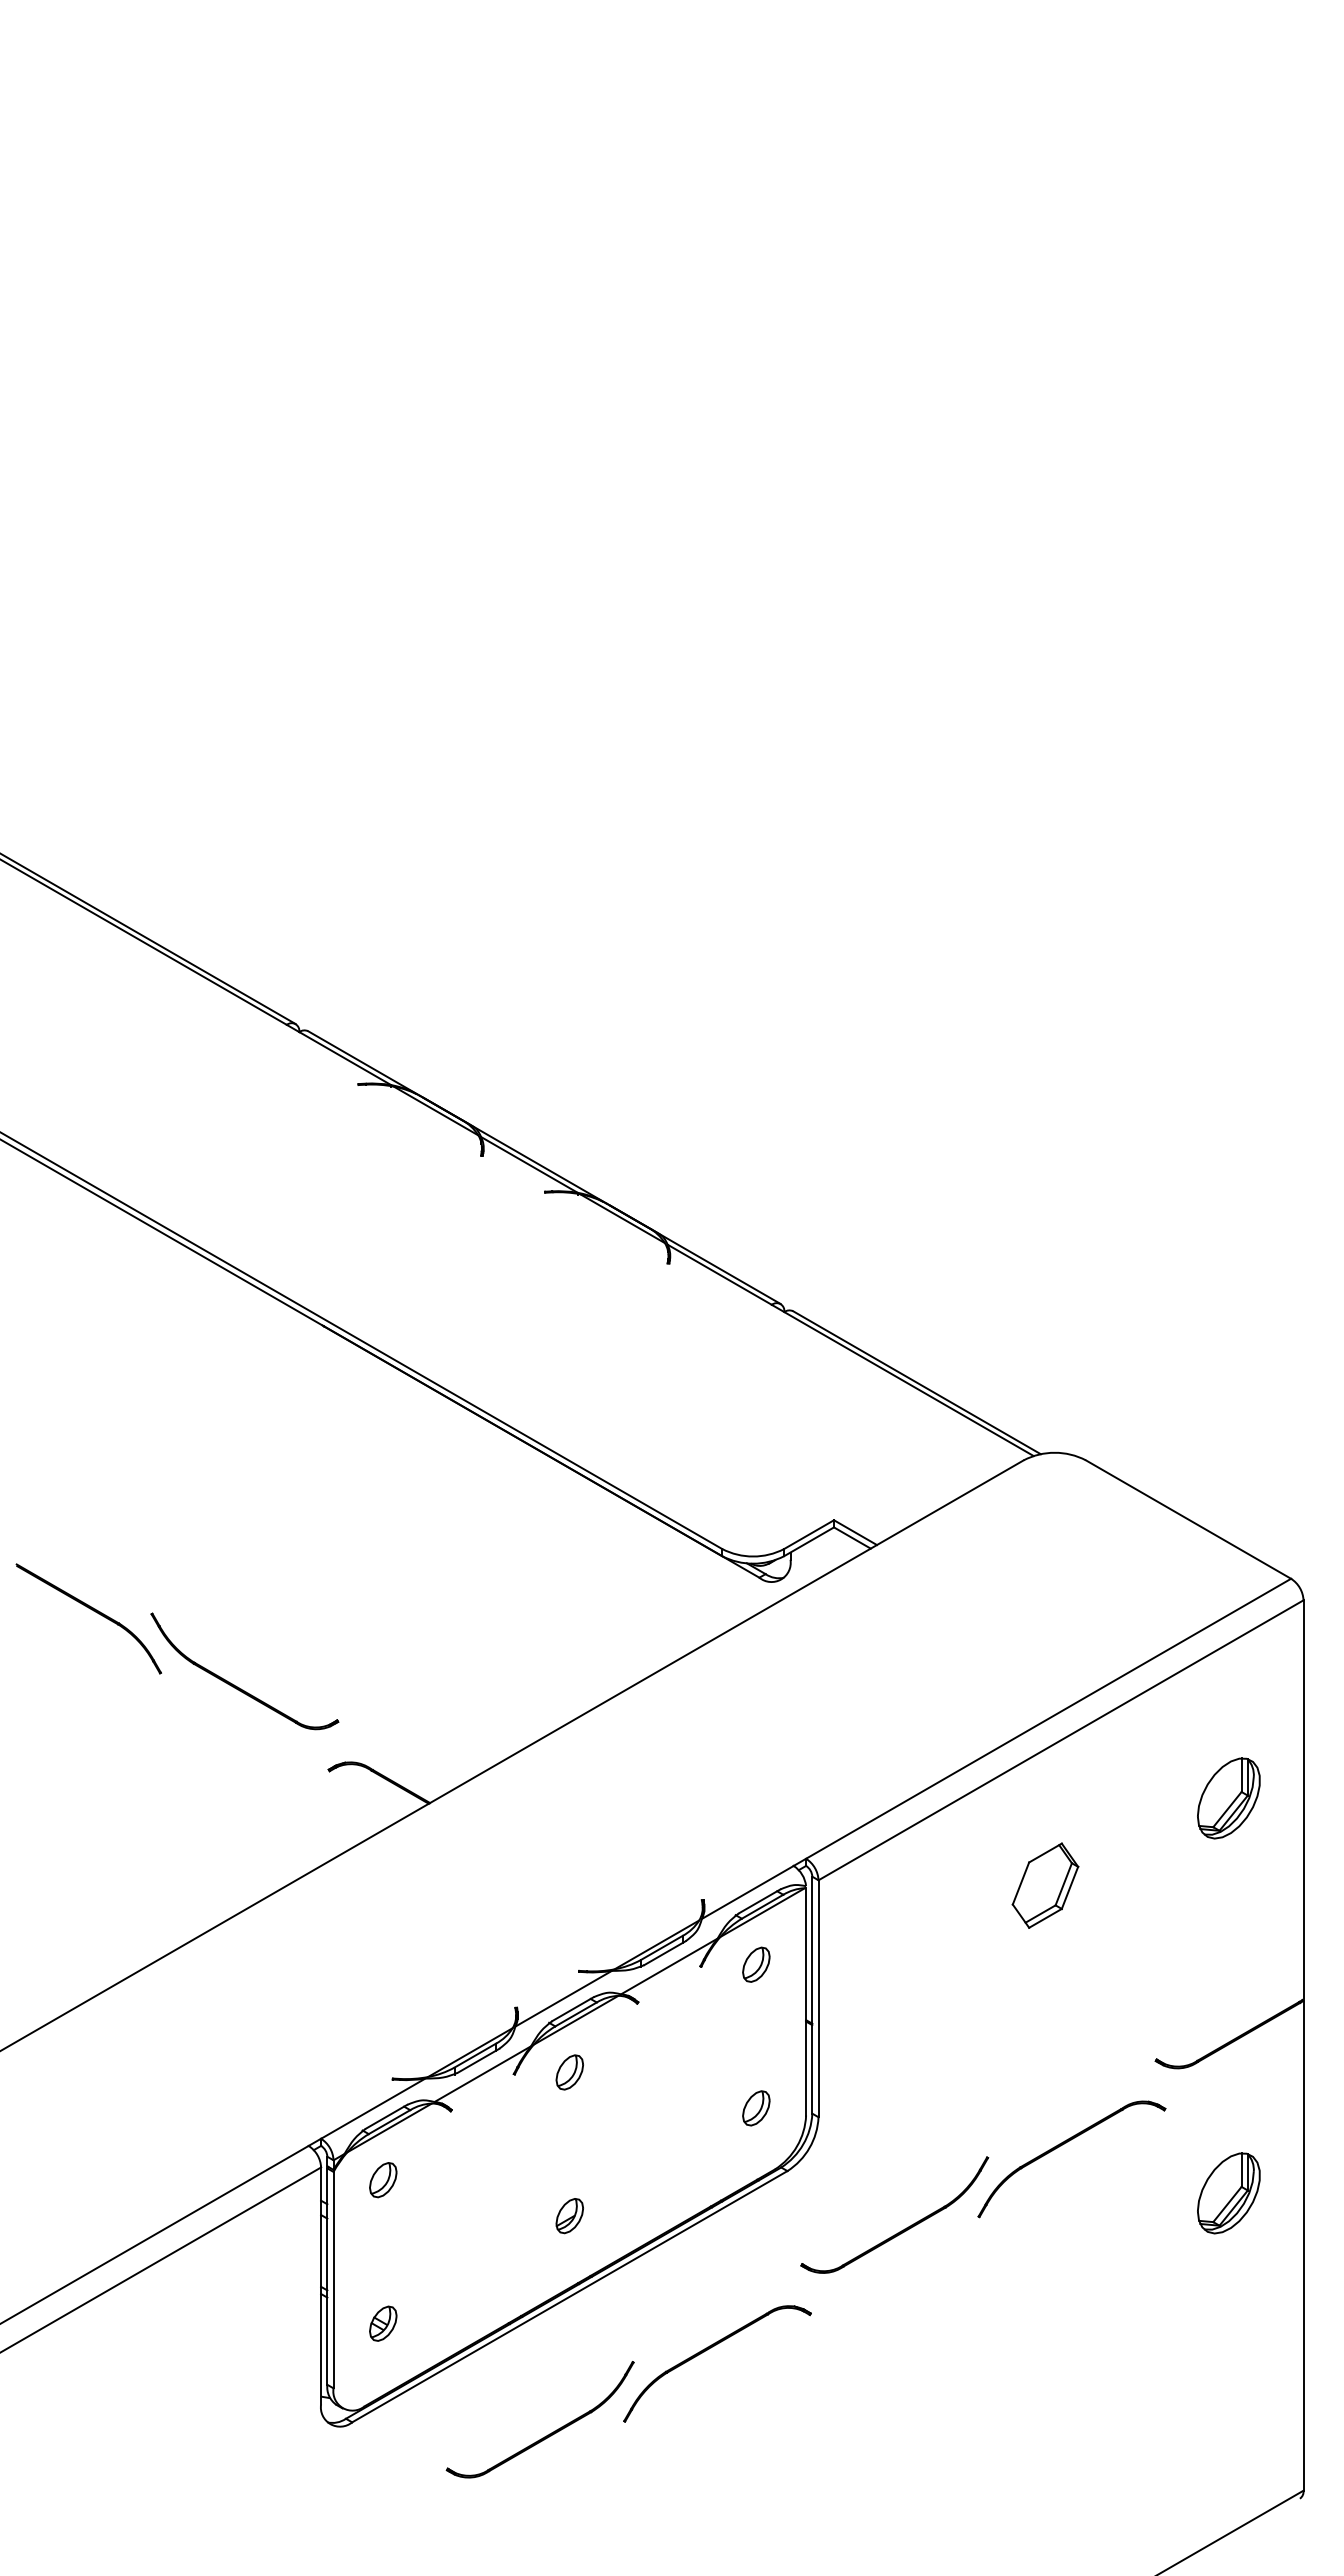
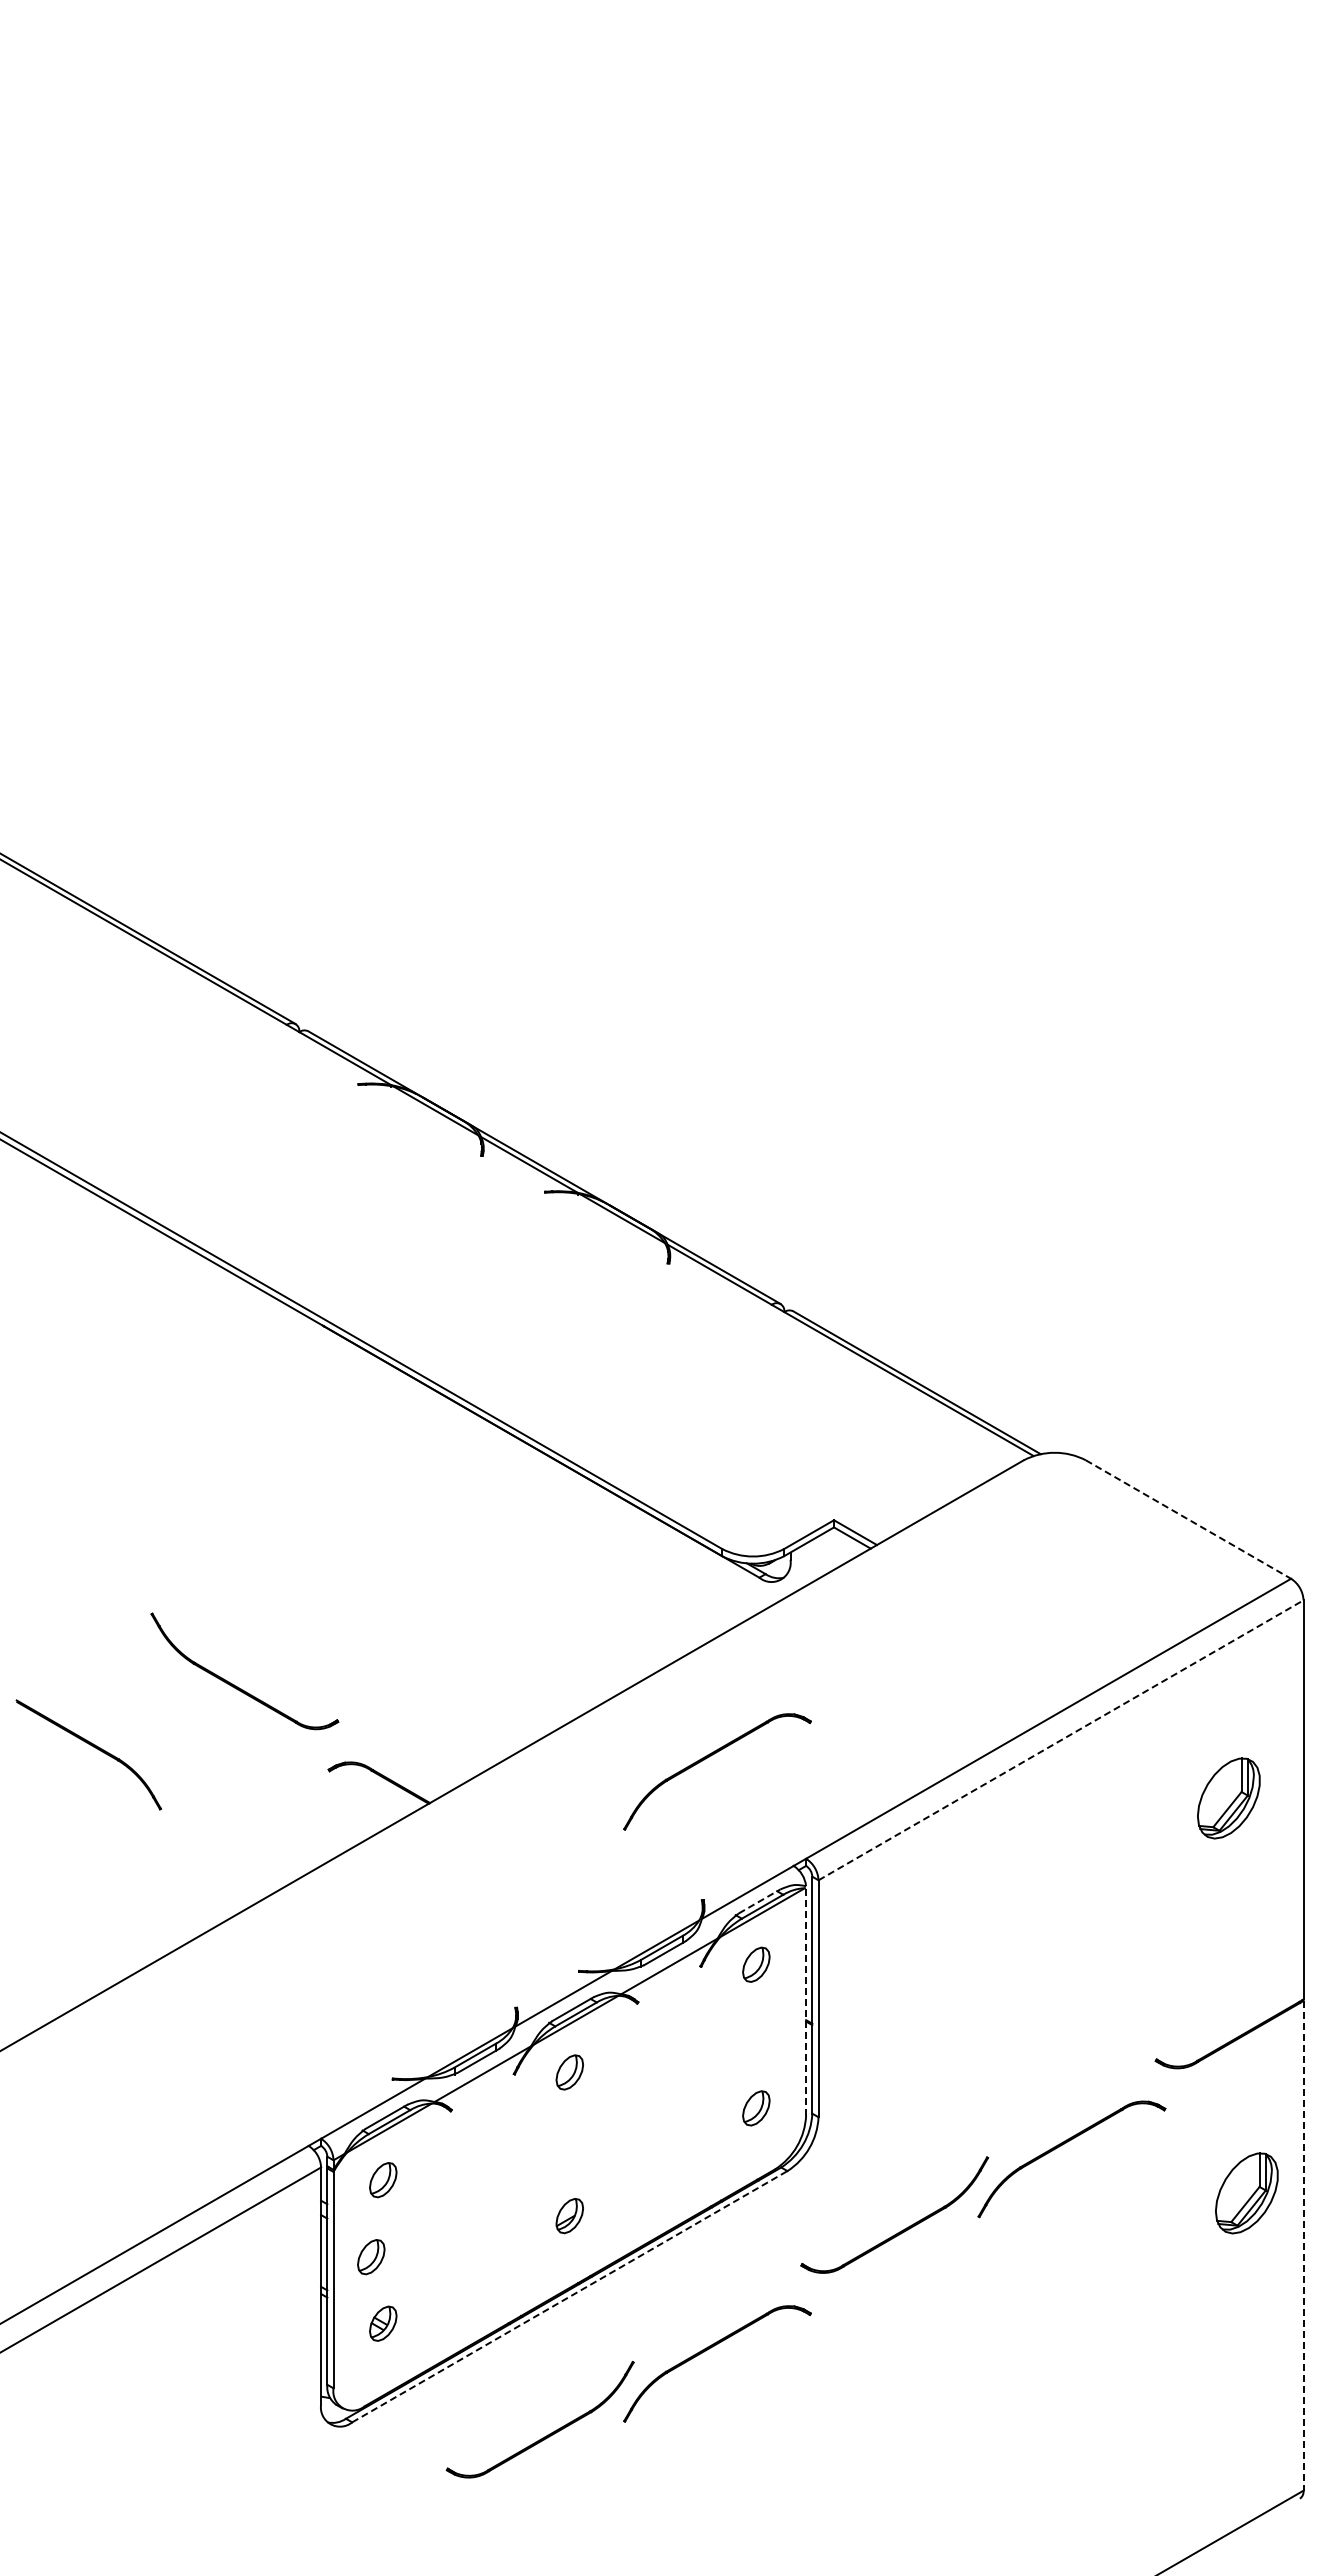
line at (1188, 1519): solid -> dashed
part at (91, 1610) position: (91, 1610) -> (91, 1746)
line at (1061, 1740): solid -> dashed
part at (709, 1757): none -> present
part at (1045, 1885): present -> none
line at (759, 1901): solid -> dashed
line at (806, 2001): solid -> dashed
part at (1228, 2193) position: (1228, 2193) -> (1246, 2193)
line at (1303, 2245): solid -> dashed
part at (371, 2257): none -> present
line at (570, 2296): solid -> dashed
